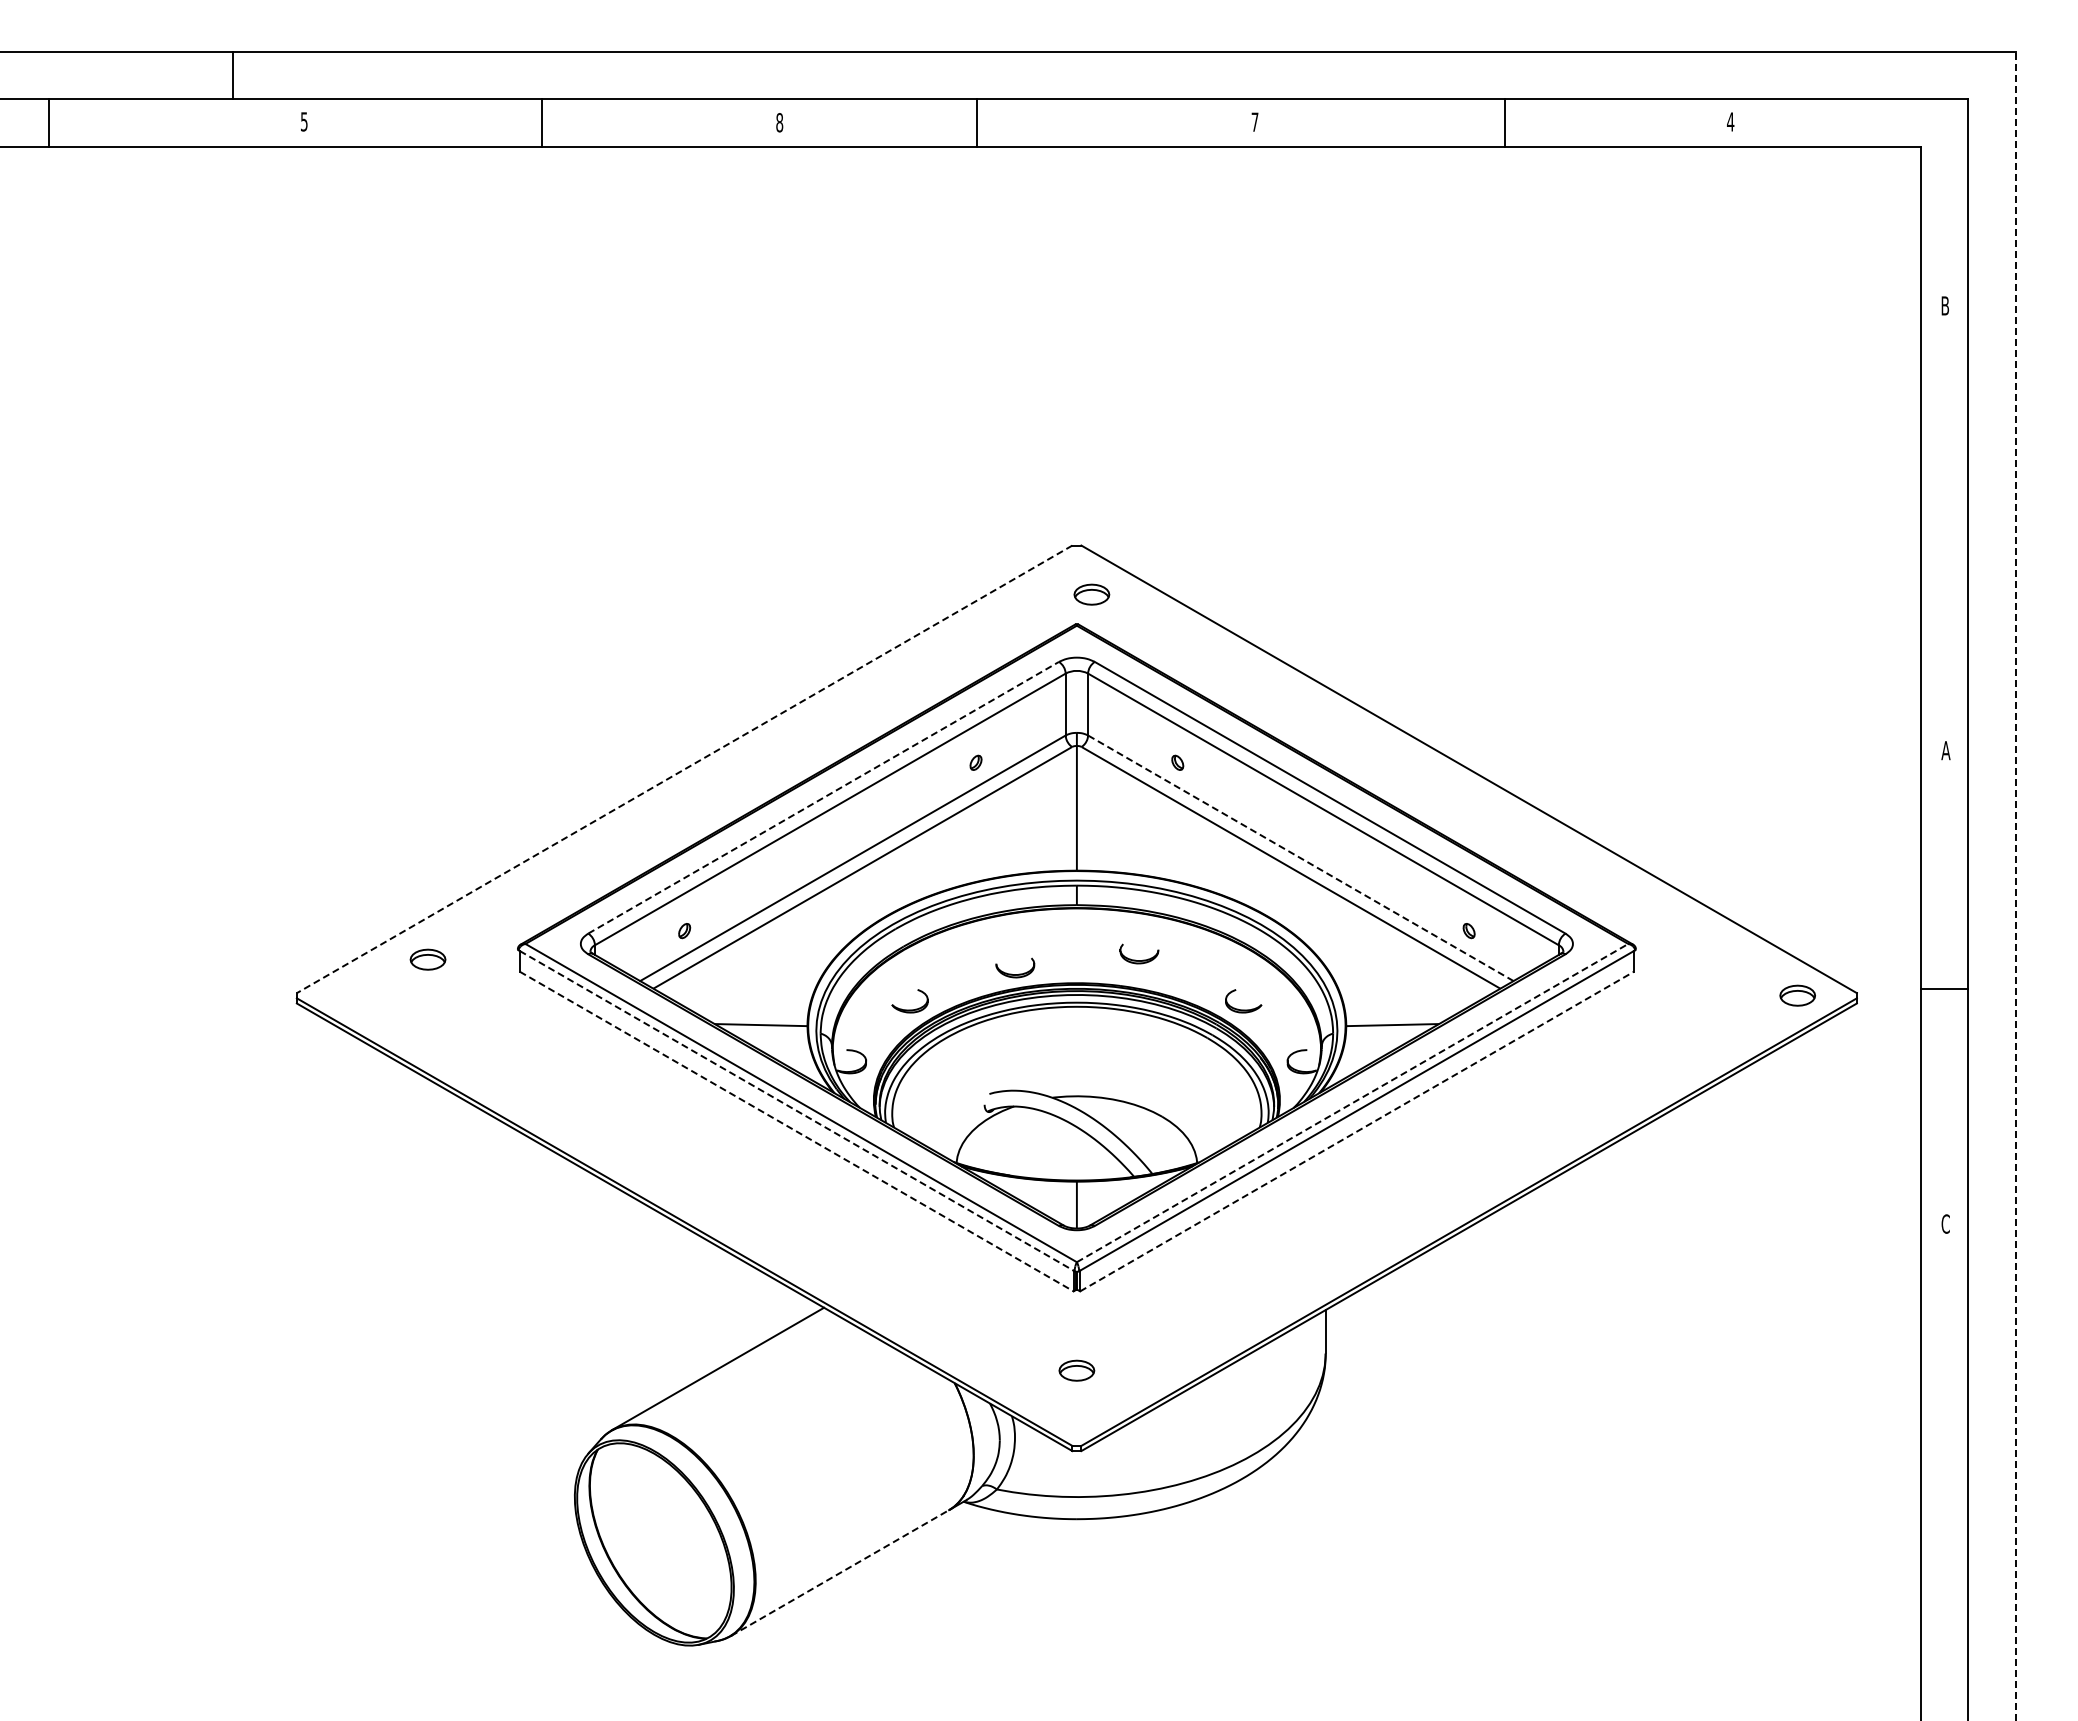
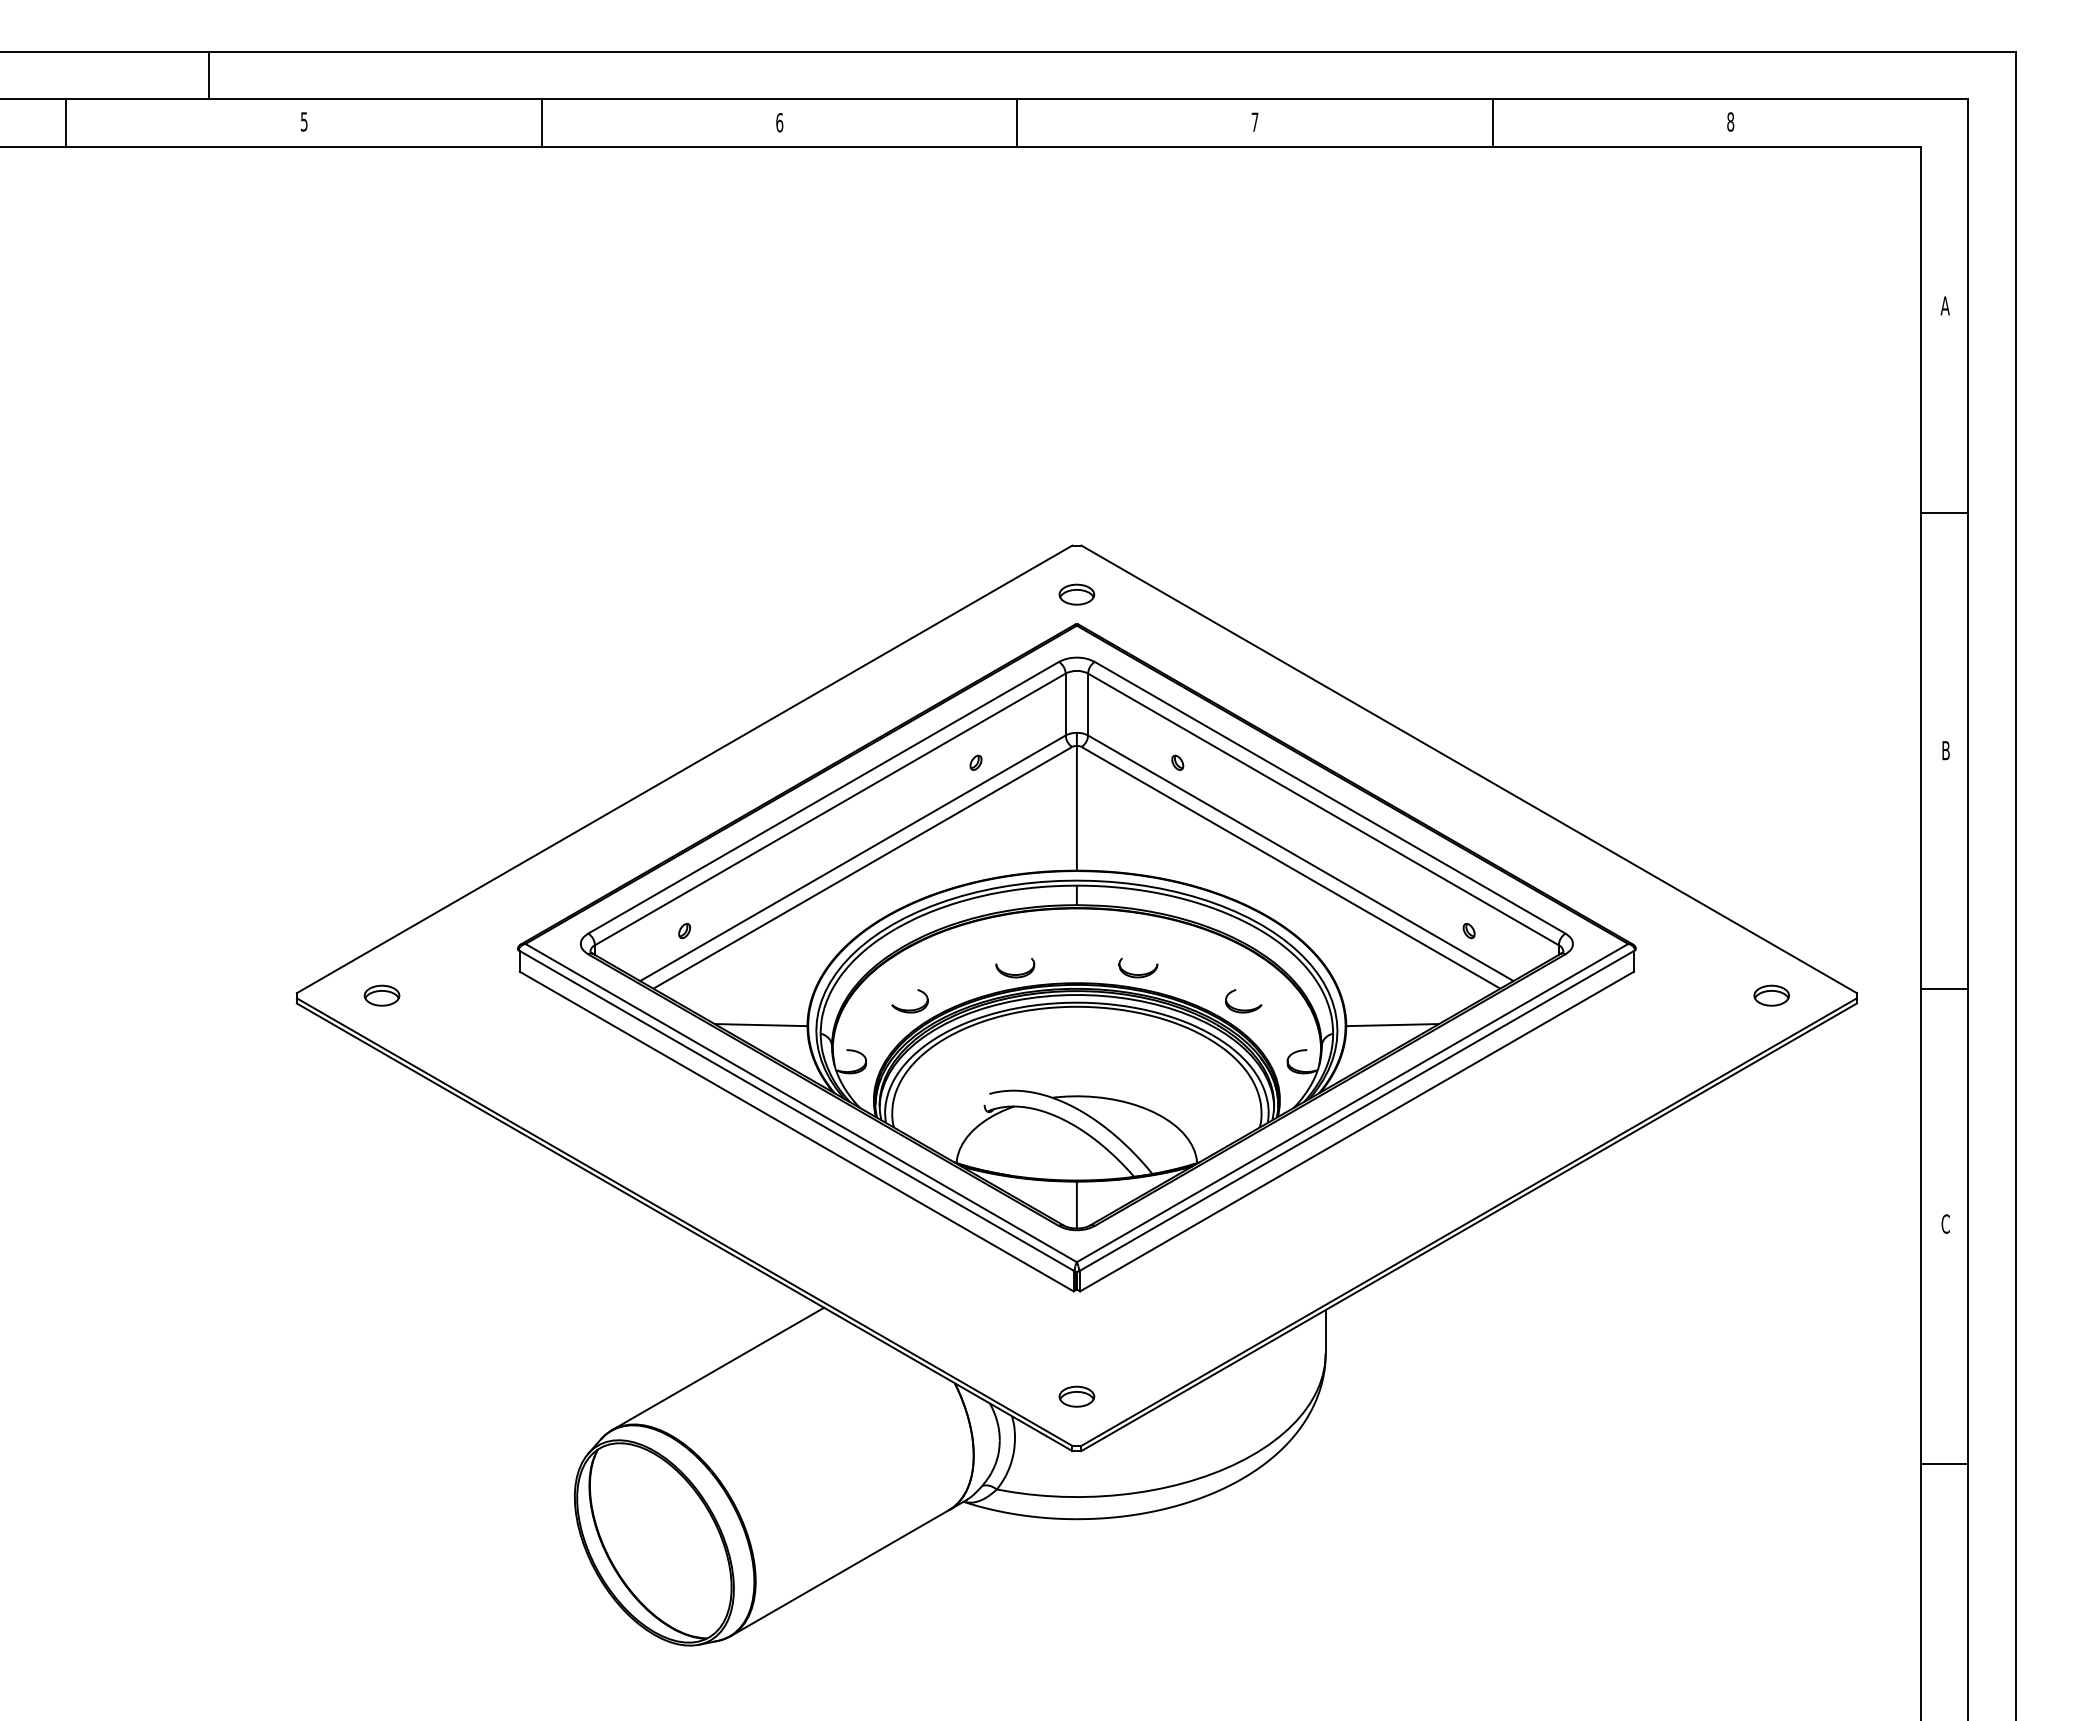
line at (232, 75) position: (232, 75) -> (208, 75)
text at (1730, 121): 4 -> 8
line at (49, 122) position: (49, 122) -> (66, 122)
text at (779, 122): 8 -> 6
line at (977, 122) position: (977, 122) -> (1017, 122)
line at (1504, 122) position: (1504, 122) -> (1492, 122)
text at (1944, 305): B -> A
line at (1944, 513): none -> present
part at (1091, 594) position: (1091, 594) -> (1076, 594)
text at (1945, 750): A -> B
line at (684, 769): dashed -> solid
line at (823, 797): dashed -> solid
line at (1300, 858): dashed -> solid
line at (2015, 885): dashed -> solid
part at (427, 959) position: (427, 959) -> (381, 995)
part at (1142, 959) position: (1142, 959) -> (1141, 973)
part at (1797, 995) position: (1797, 995) -> (1771, 995)
line at (1353, 1102): dashed -> solid
line at (796, 1110): dashed -> solid
line at (796, 1131): dashed -> solid
line at (1357, 1131): dashed -> solid
part at (1076, 1370) position: (1076, 1370) -> (1076, 1396)
line at (1944, 1464): none -> present
line at (840, 1573): dashed -> solid
